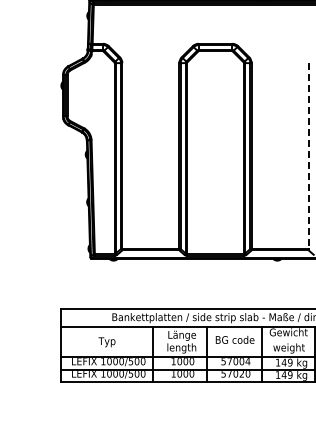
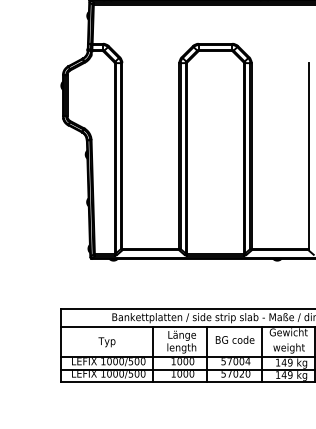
line at (308, 156): dashed -> solid
